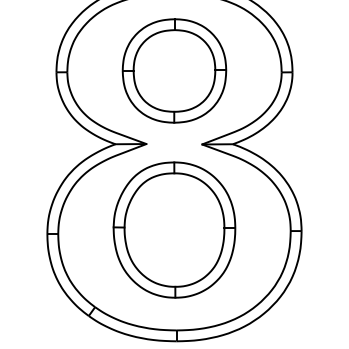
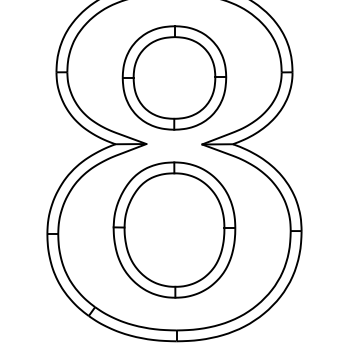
part at (174, 70) position: (174, 70) -> (174, 77)
